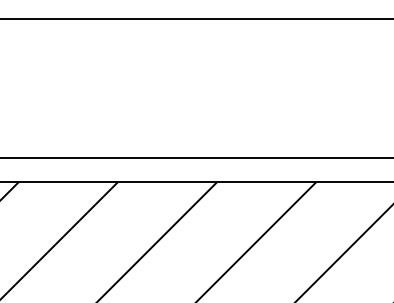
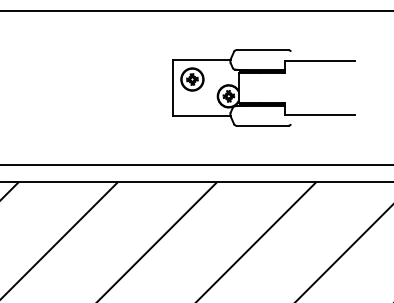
line at (196, 18) position: (196, 18) -> (196, 10)
part at (263, 73): none -> present
line at (196, 158) position: (196, 158) -> (196, 165)
